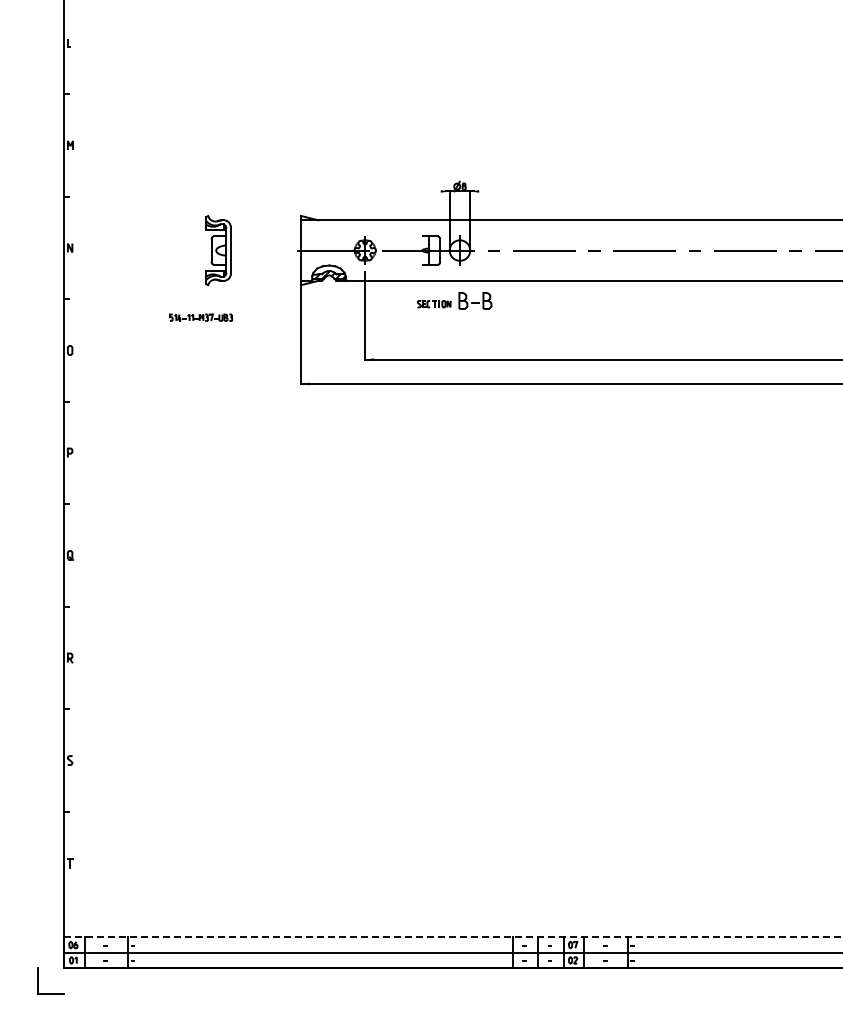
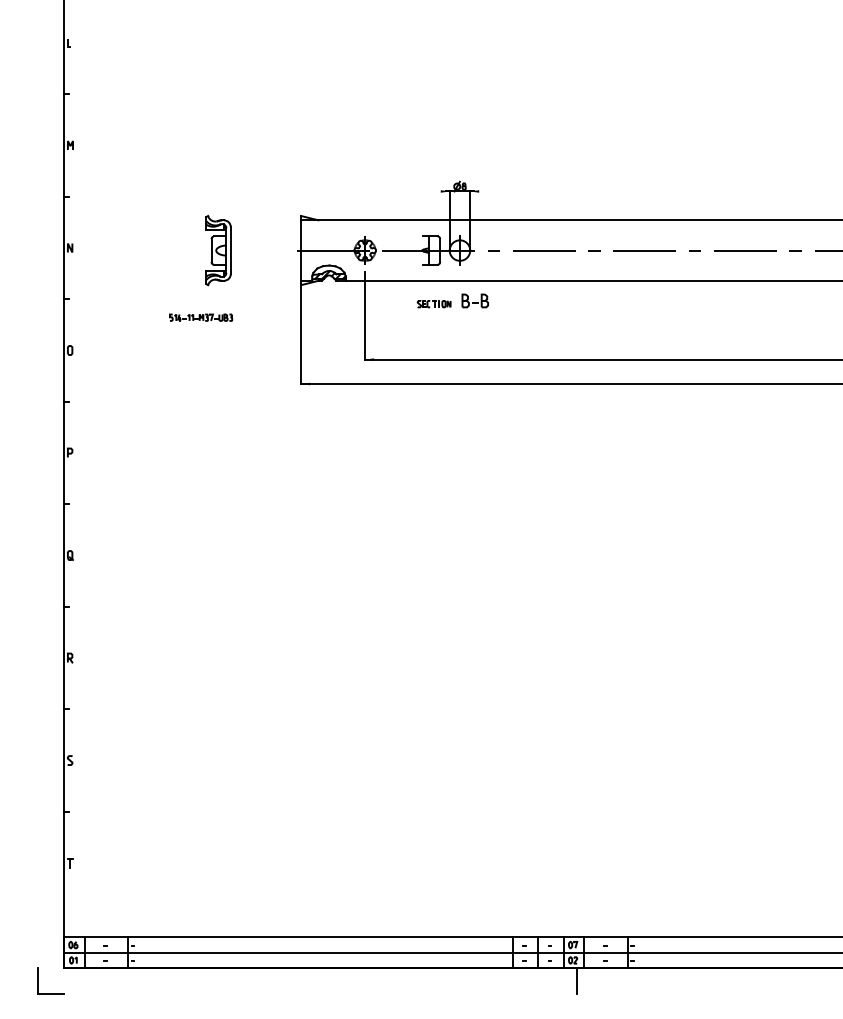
part at (475, 300) size: 35x18 px -> 28x16 px
line at (453, 937): dashed -> solid
line at (576, 980): none -> present
